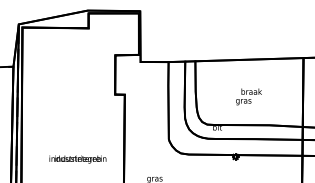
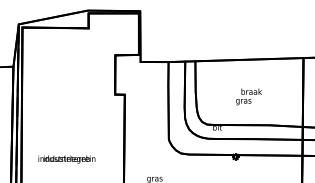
text at (77, 159) position: (77, 159) -> (66, 159)
